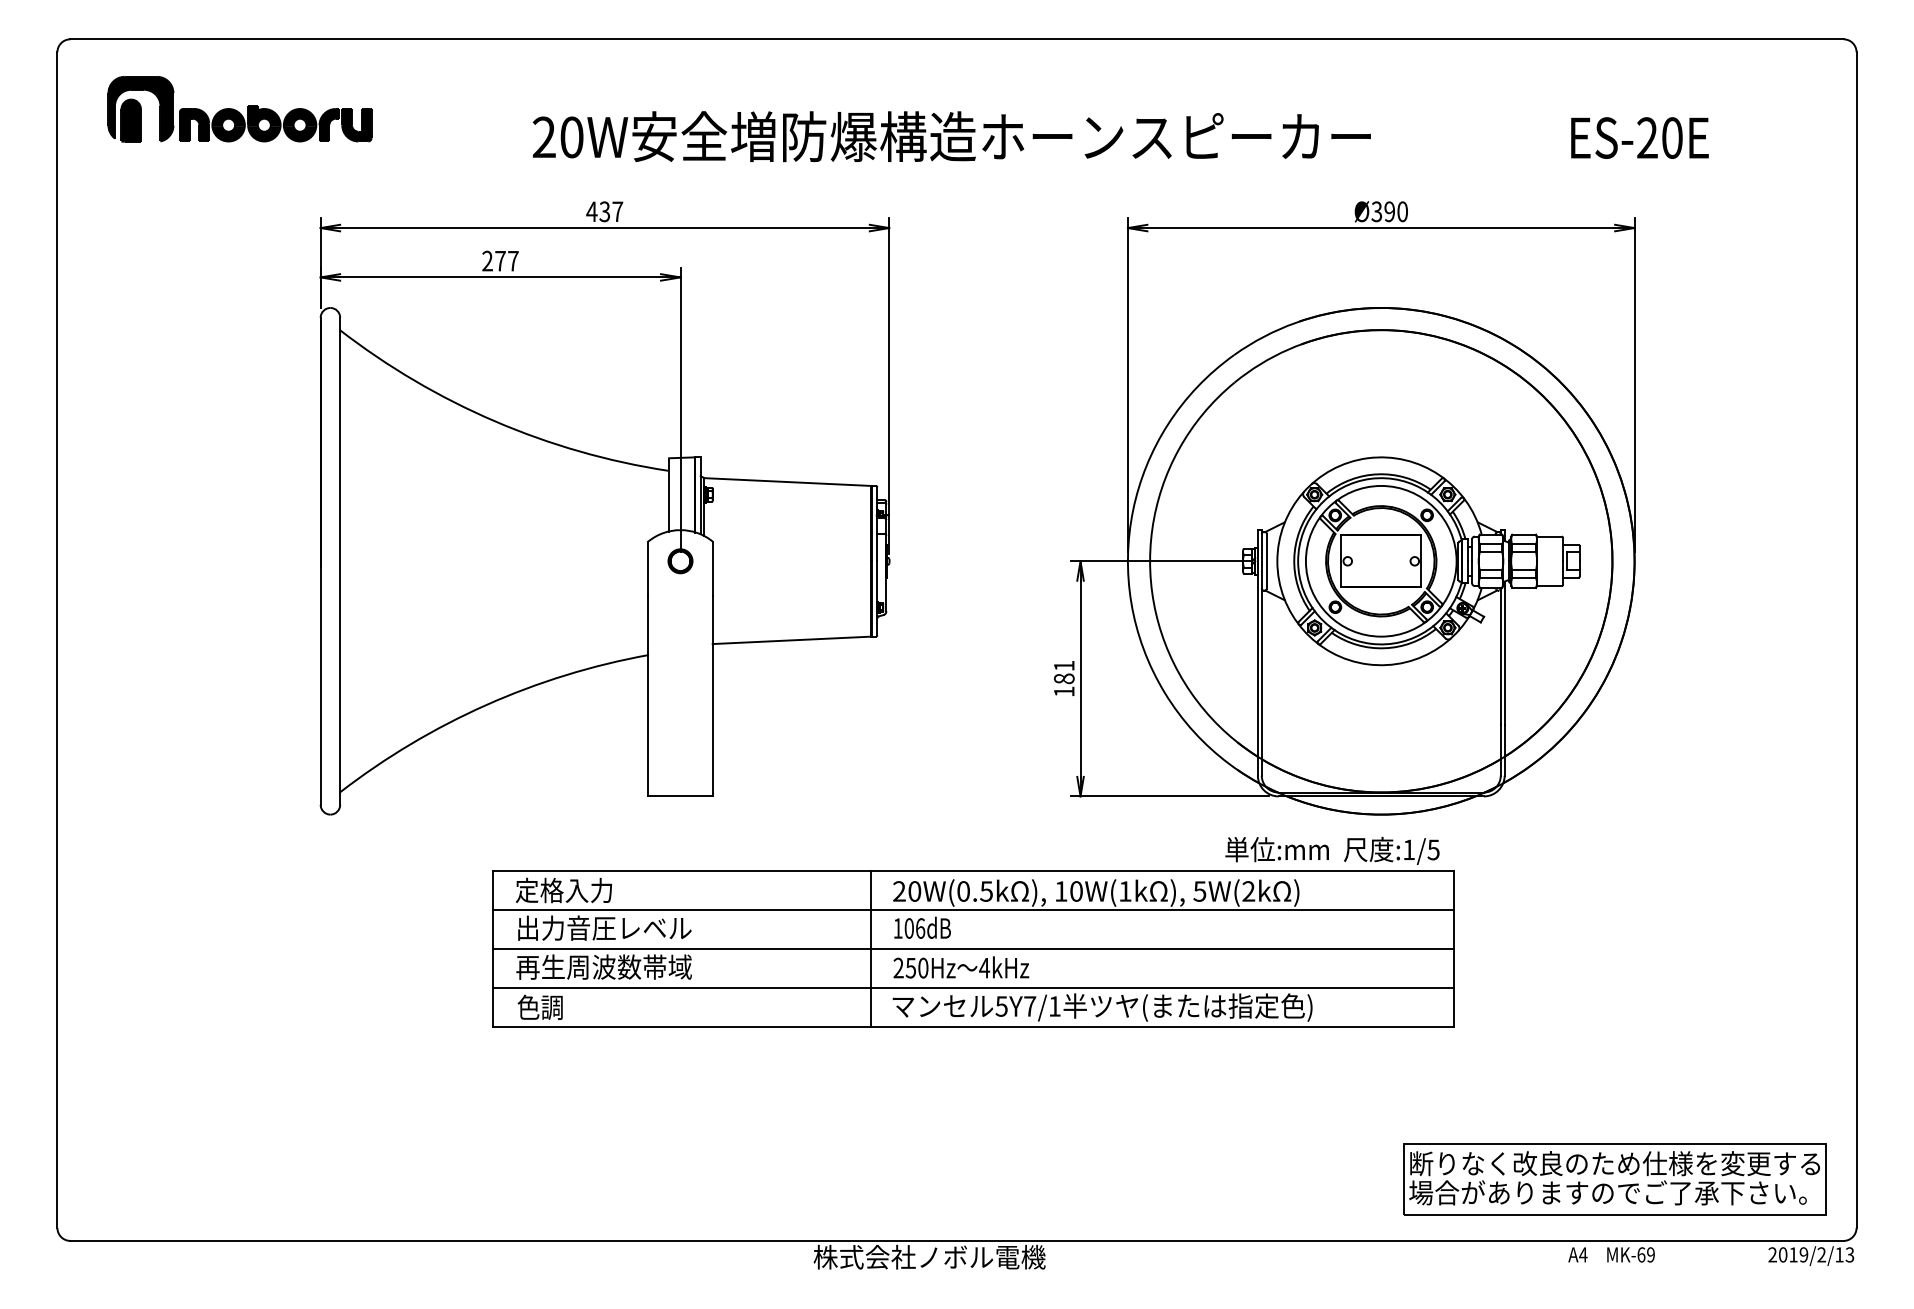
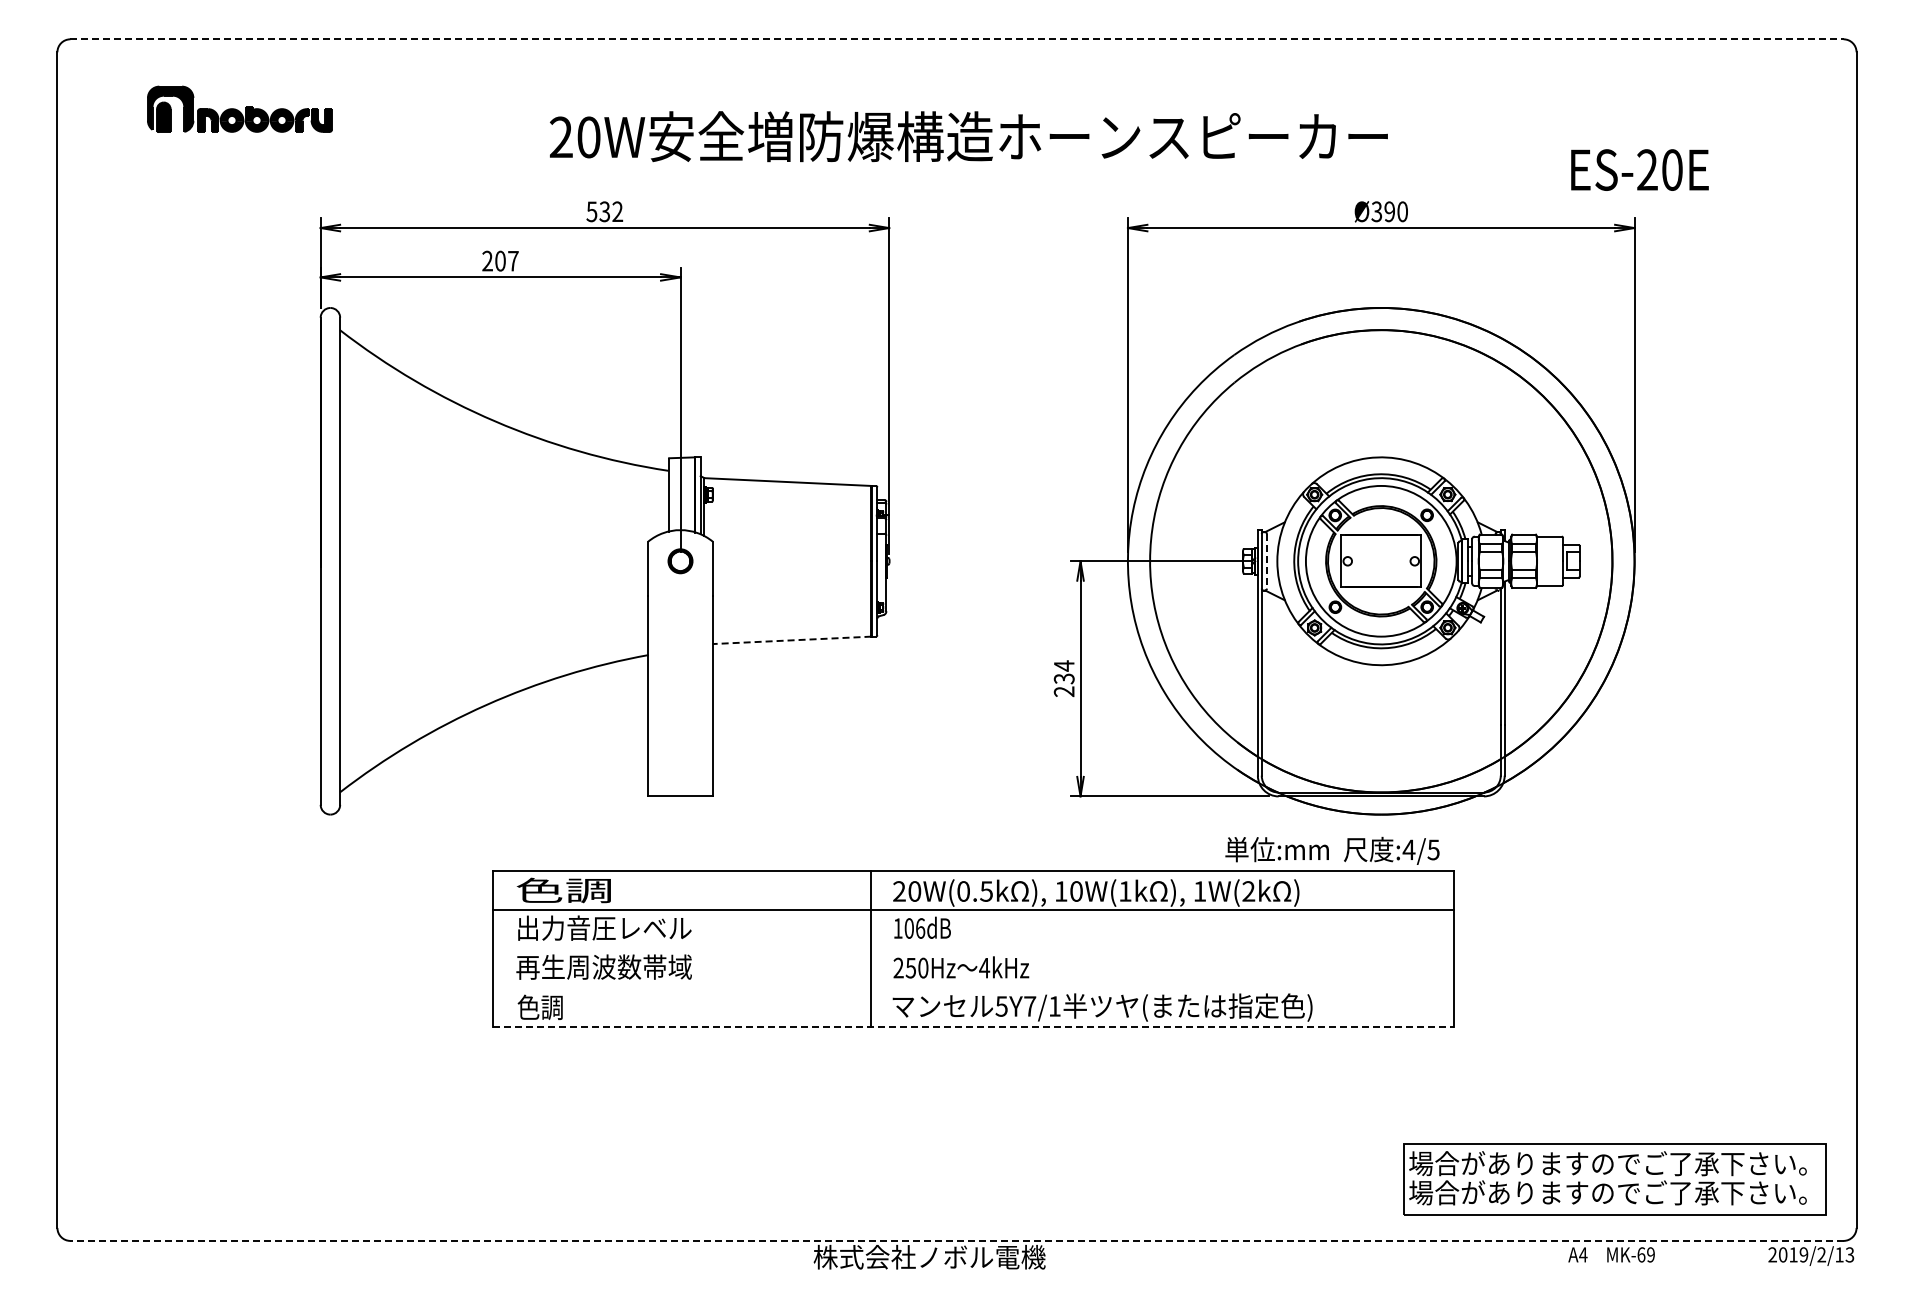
line at (956, 39): solid -> dashed
part at (239, 109) size: 266x67 px -> 186x48 px
text at (951, 136) position: (951, 136) -> (968, 136)
text at (1639, 137) position: (1639, 137) -> (1639, 169)
text at (604, 211): 437 -> 532
text at (500, 260): 277 -> 207
line at (1266, 561): solid -> dashed
line at (791, 640): solid -> dashed
text at (1063, 678): 181 -> 234
text at (1408, 849): :1/5 -> :4/5
text at (563, 890): 定格入力 -> 色調
text at (1199, 891): 5W(2k -> 1W(2k
line at (973, 949): present -> none
line at (973, 988): present -> none
line at (974, 1027): solid -> dashed
text at (1614, 1163): 断りなく改良のため仕様を変更する -> 場合がありますのでご了承下さい。
line at (956, 1240): solid -> dashed
